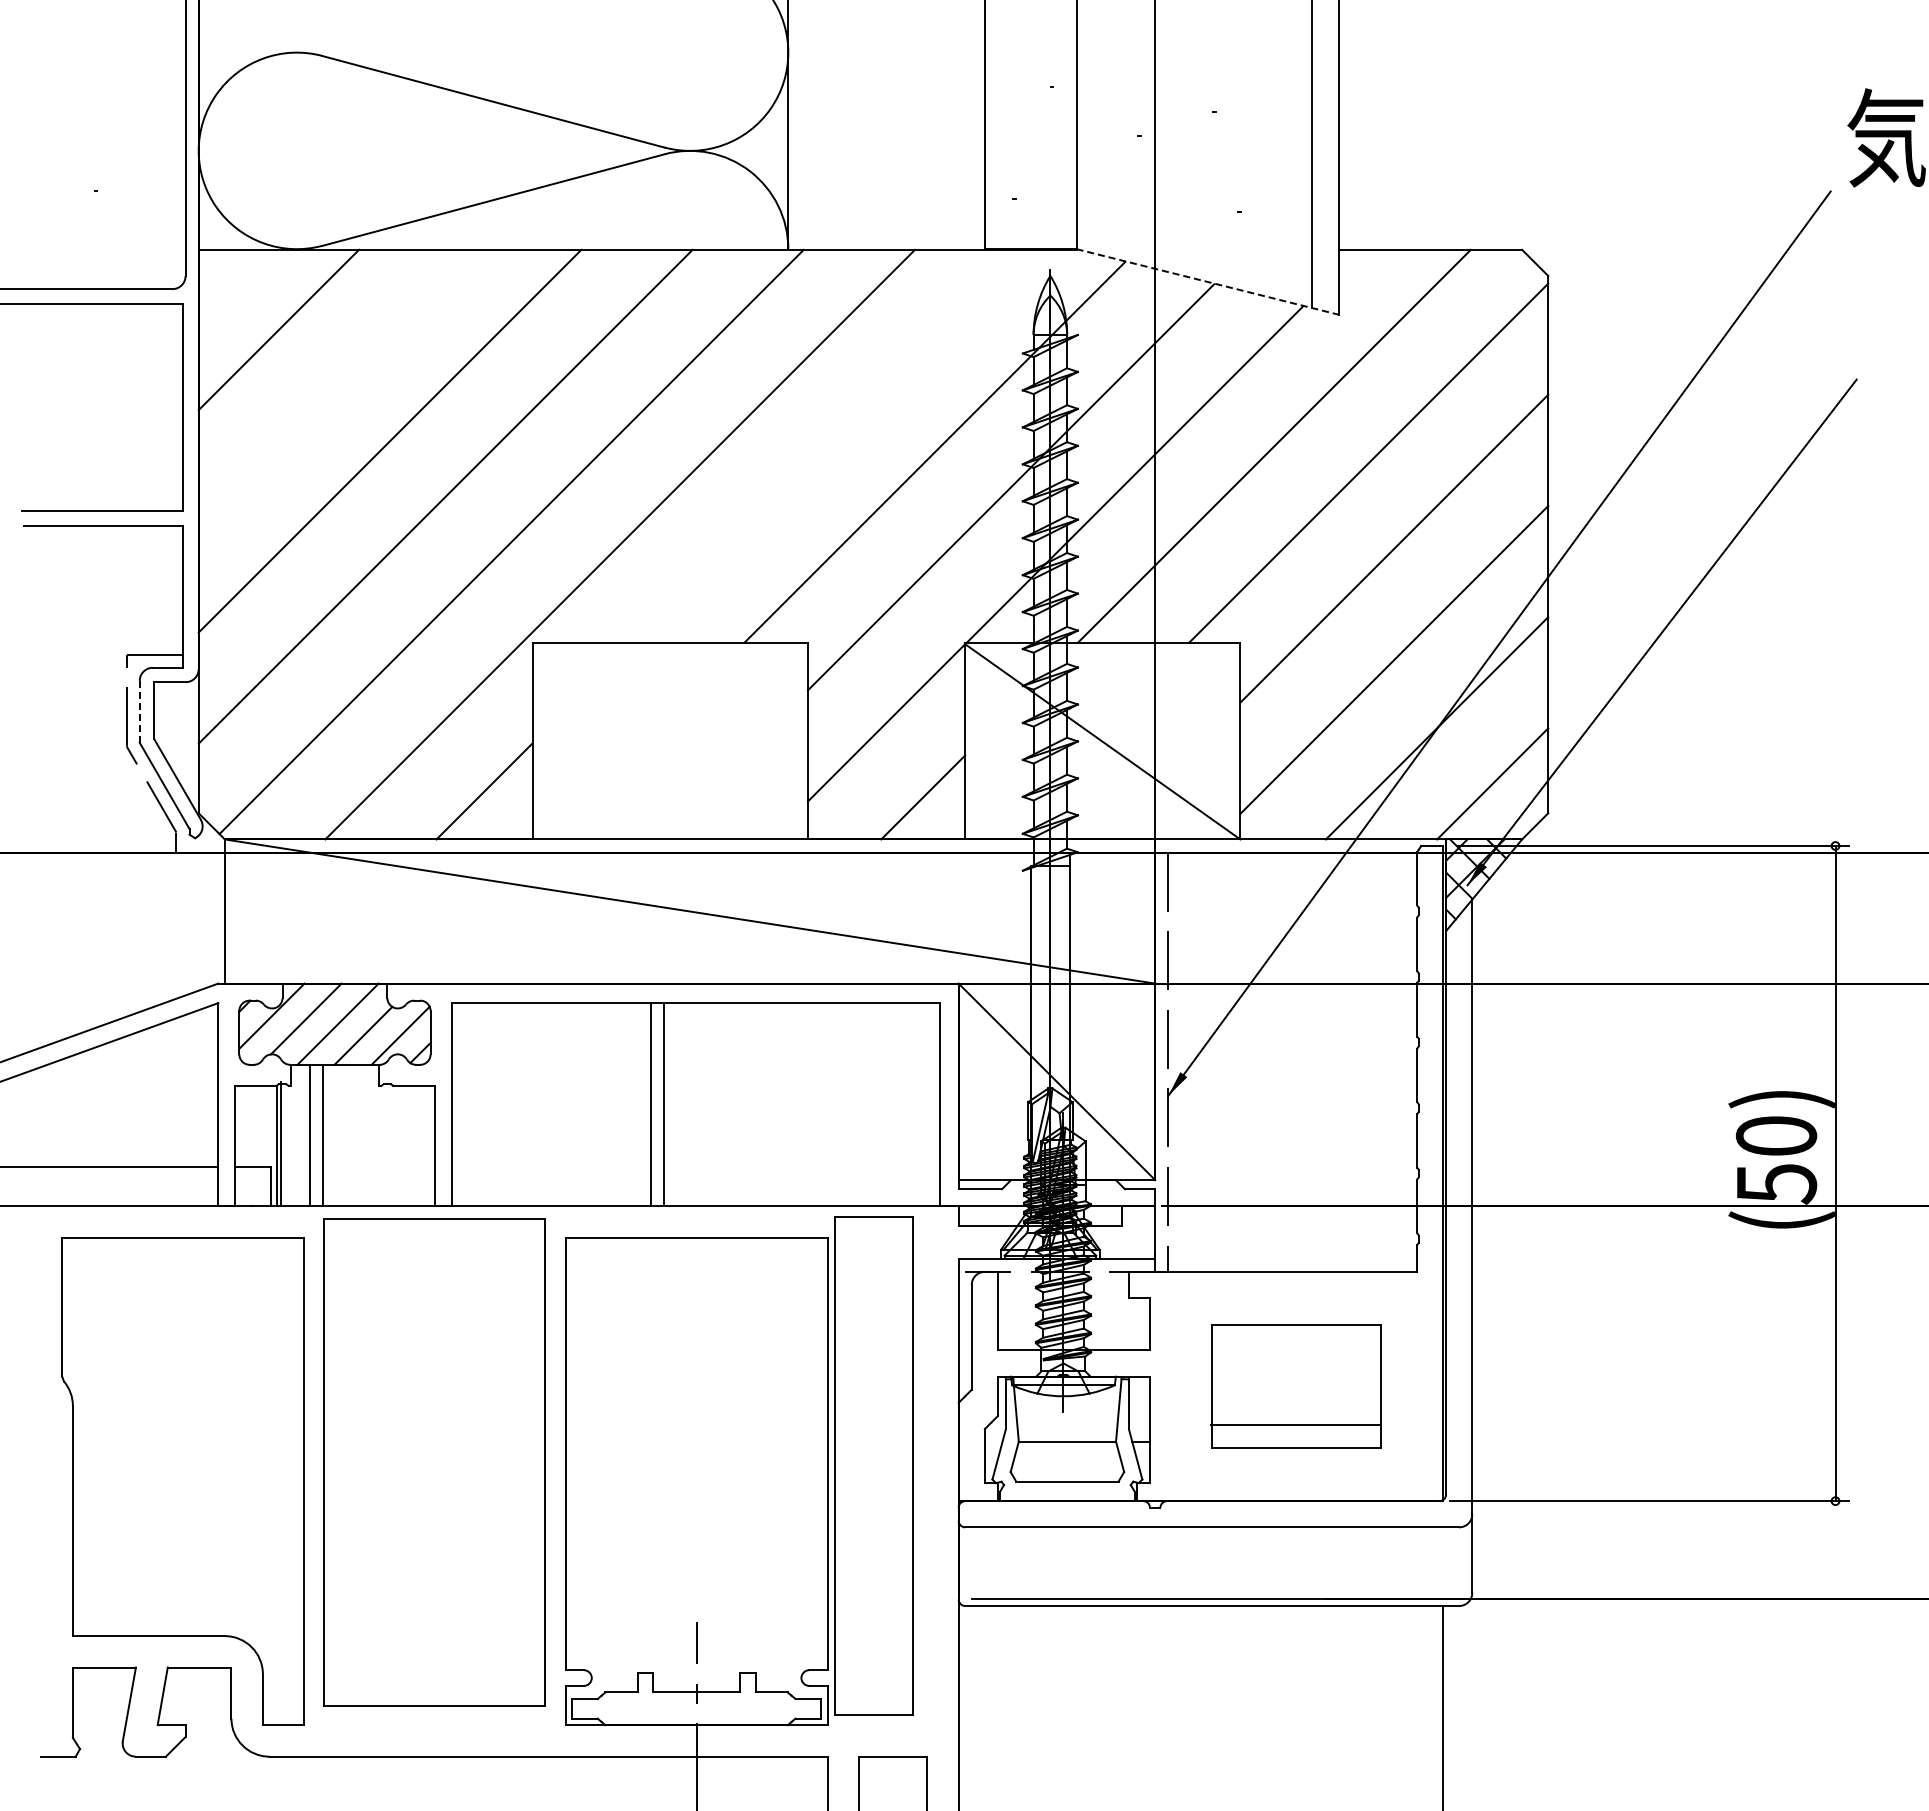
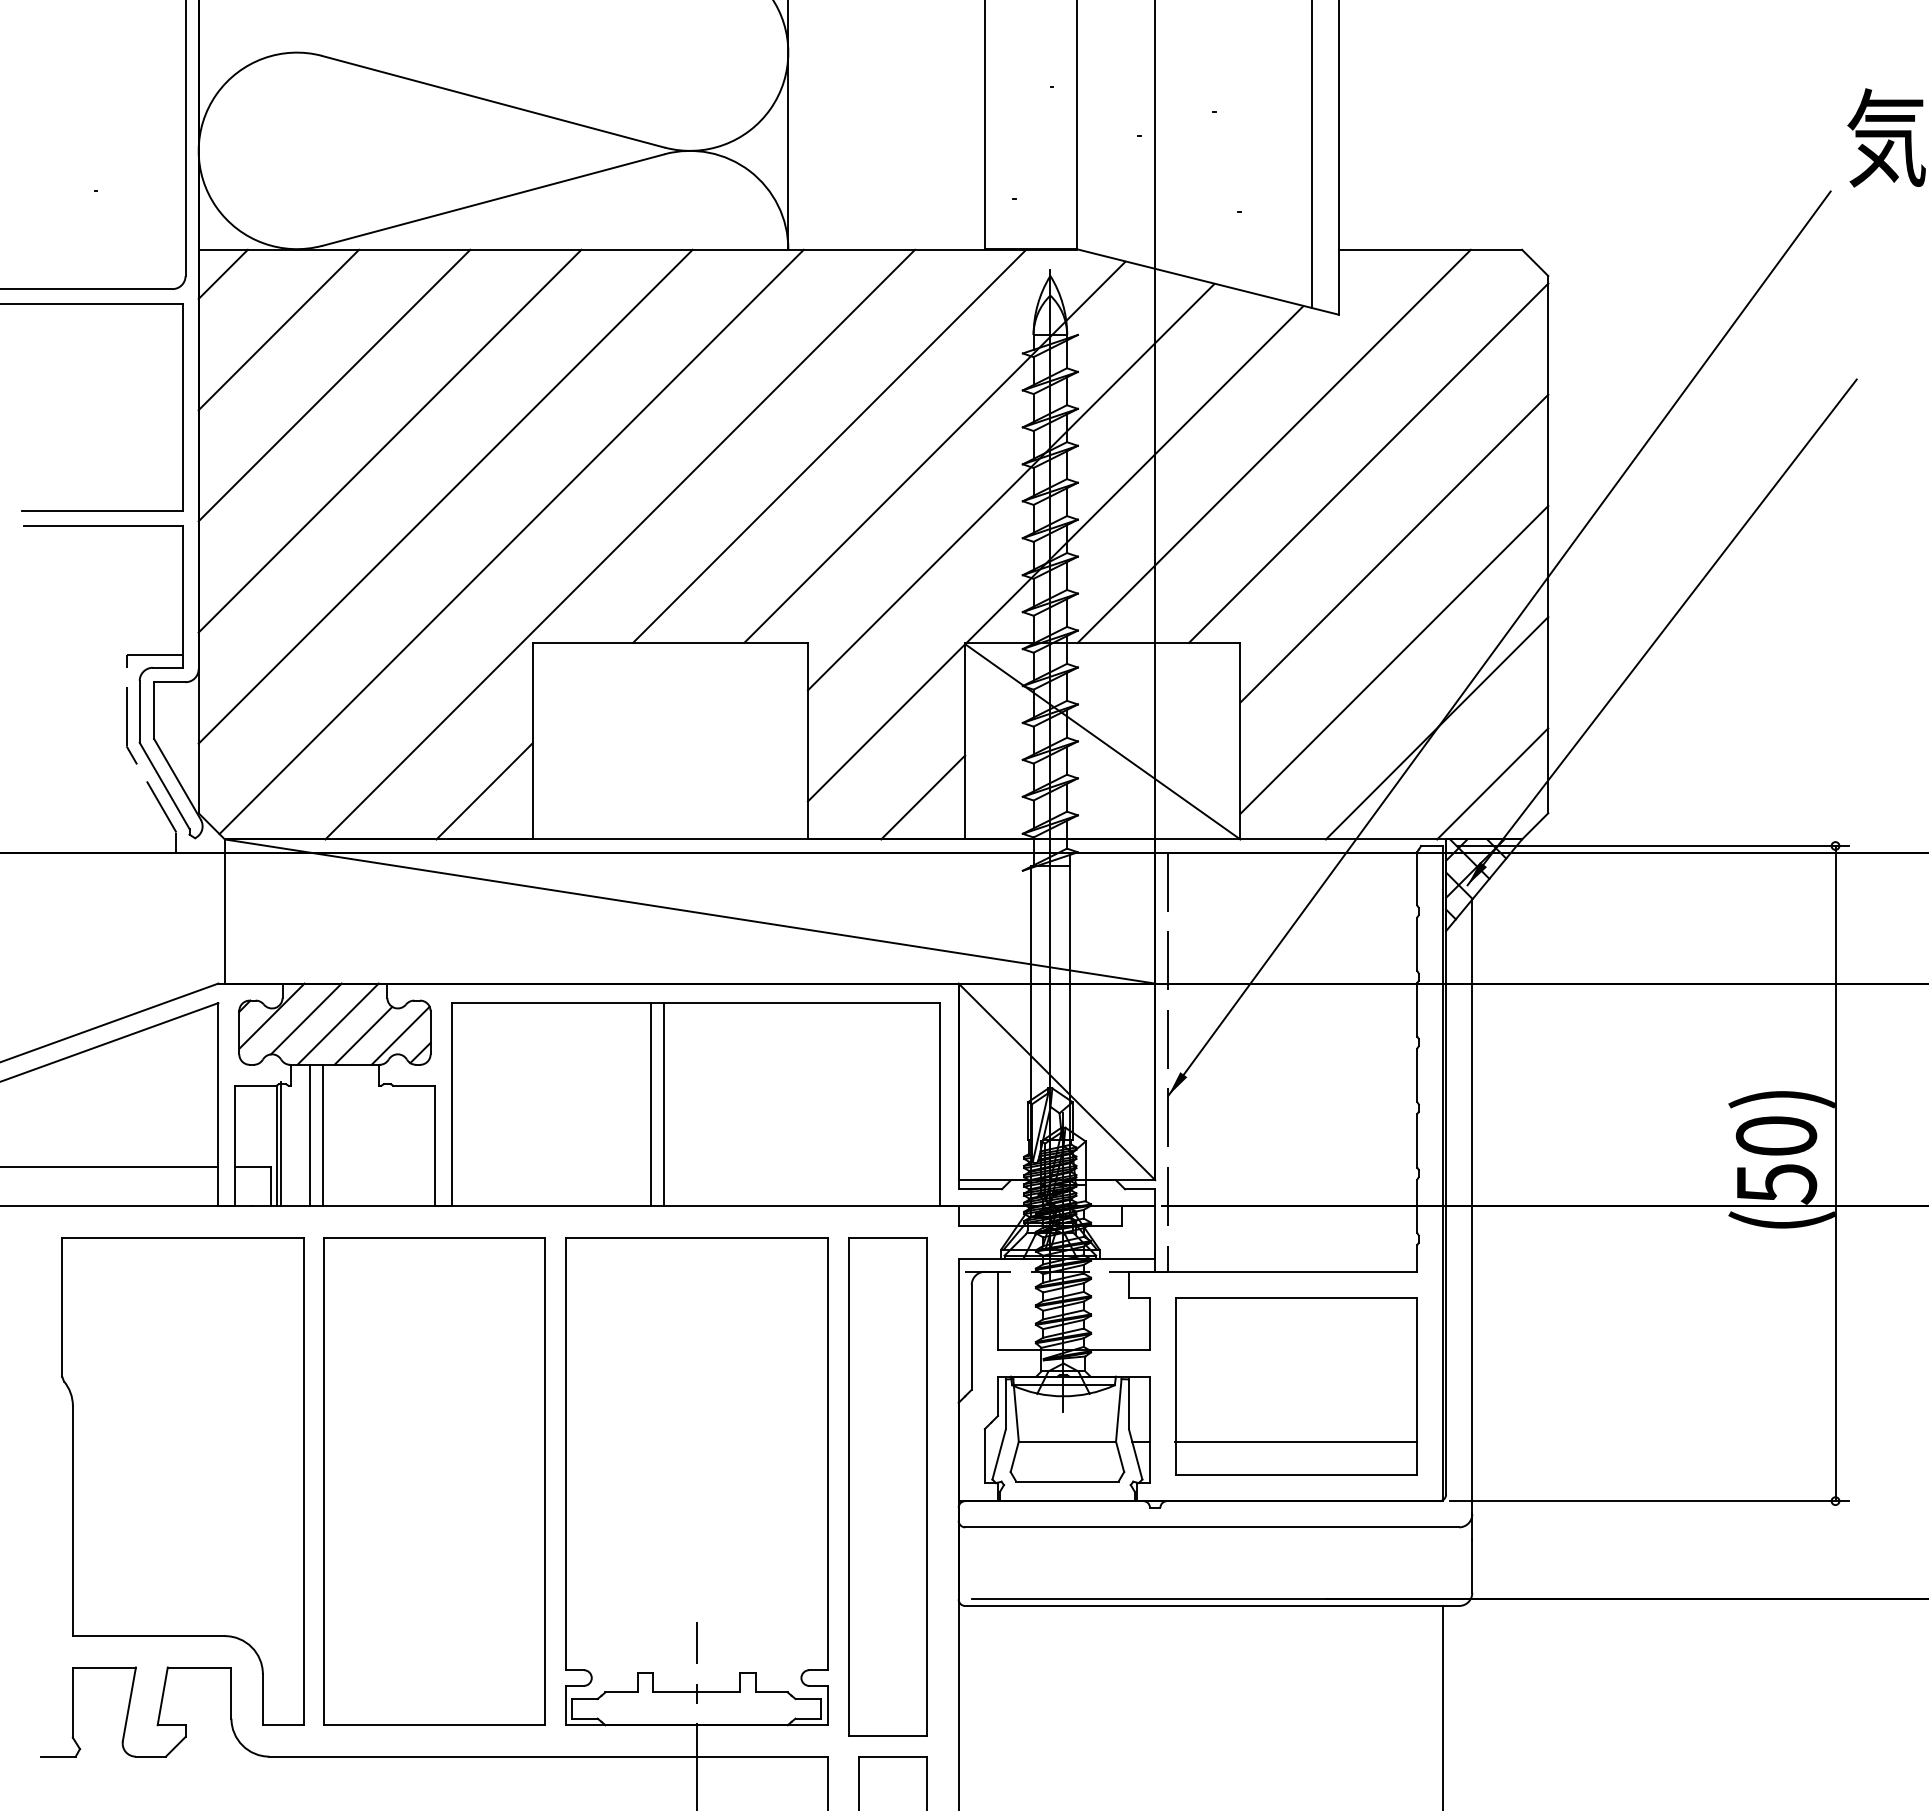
line at (222, 273): none -> present
line at (1208, 282): dashed -> solid
line at (334, 385): none -> present
line at (829, 445): none -> present
line at (139, 711): dashed -> solid
part at (1295, 1386) size: 172x125 px -> 244x179 px
part at (434, 1462) position: (434, 1462) -> (434, 1481)
part at (873, 1465) position: (873, 1465) -> (887, 1486)
